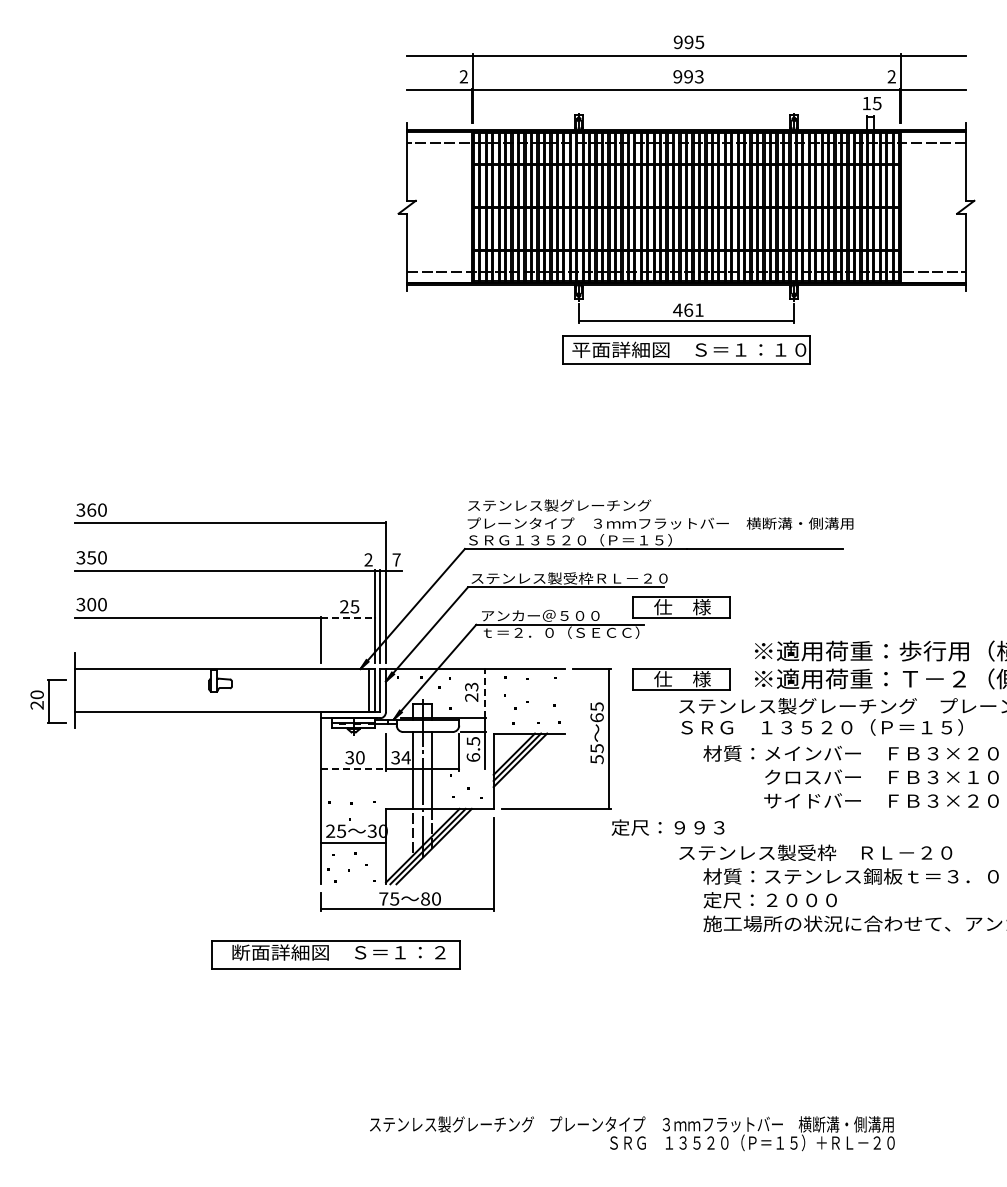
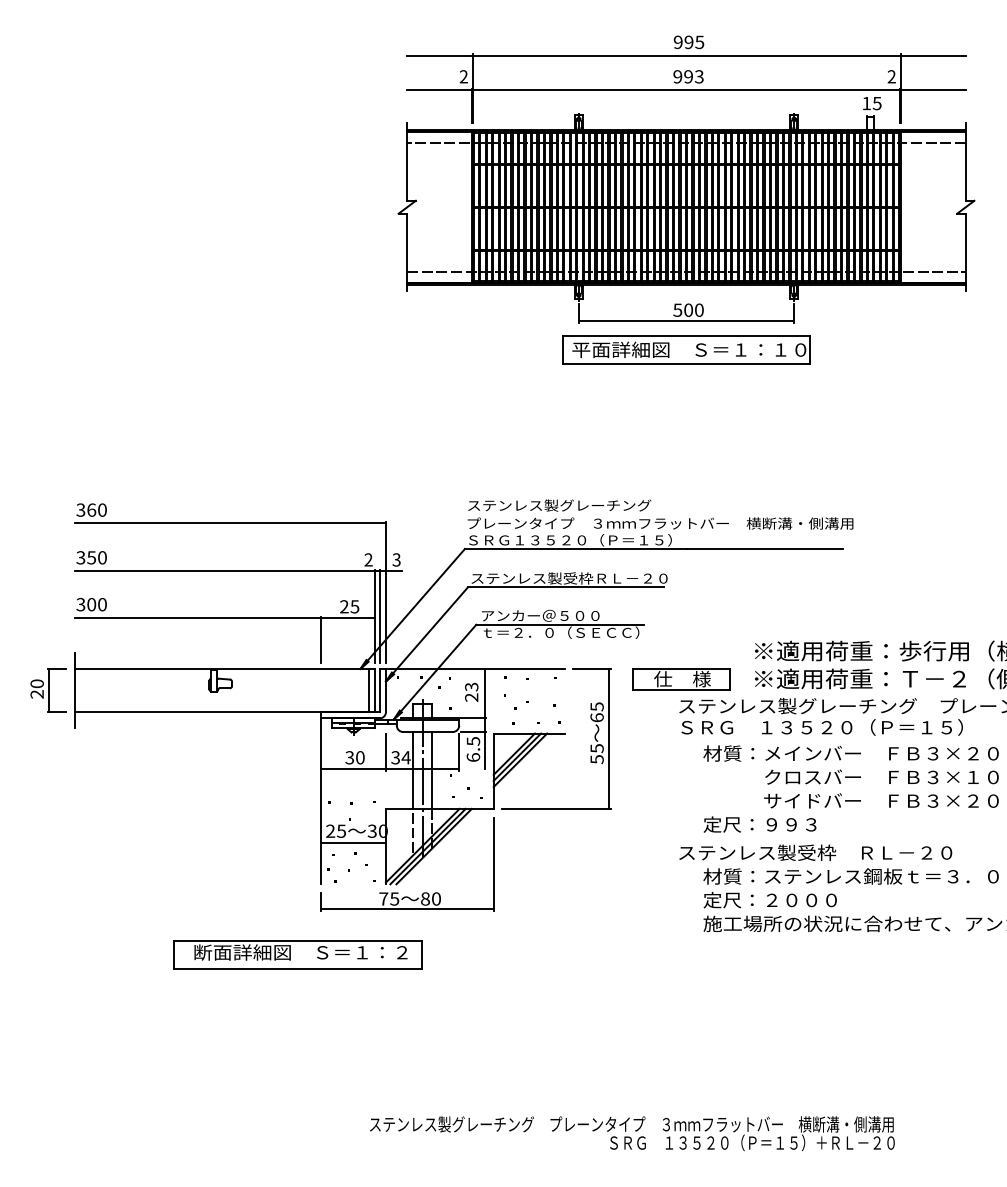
text at (688, 309): 461 -> 500
text at (396, 559): 7 -> 3
part at (681, 607): present -> none
line at (348, 617): dashed -> solid
line at (485, 693): dashed -> solid
part at (48, 701) position: (48, 701) -> (48, 690)
line at (354, 769): dashed -> solid
text at (667, 827) position: (667, 827) -> (759, 824)
part at (335, 954) position: (335, 954) -> (297, 954)
